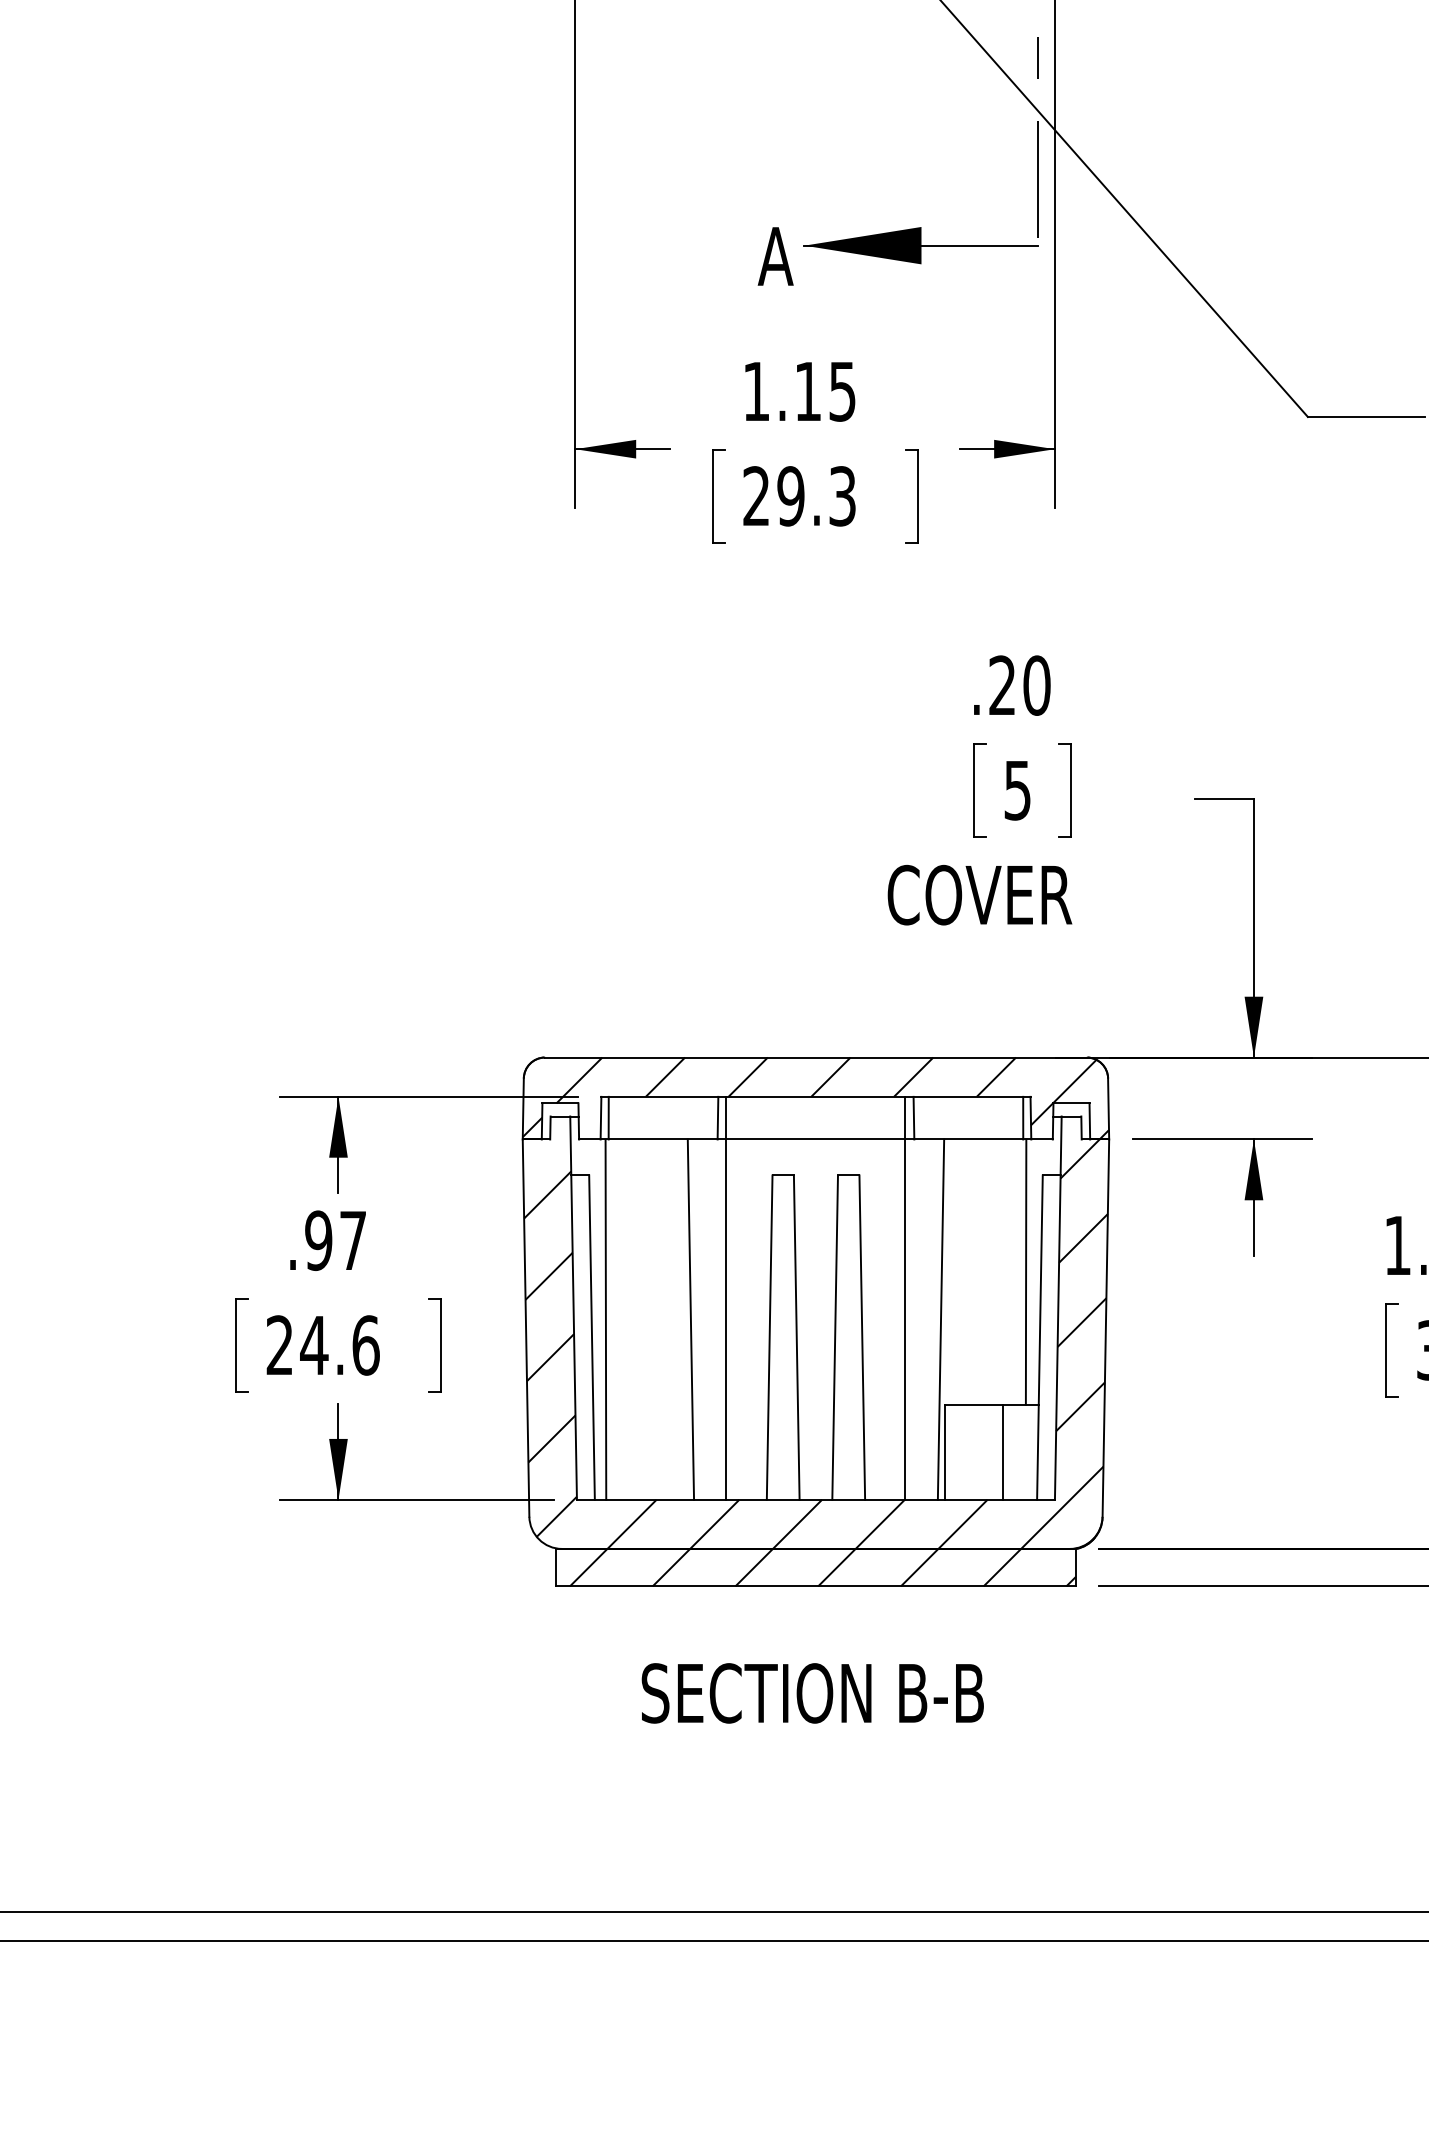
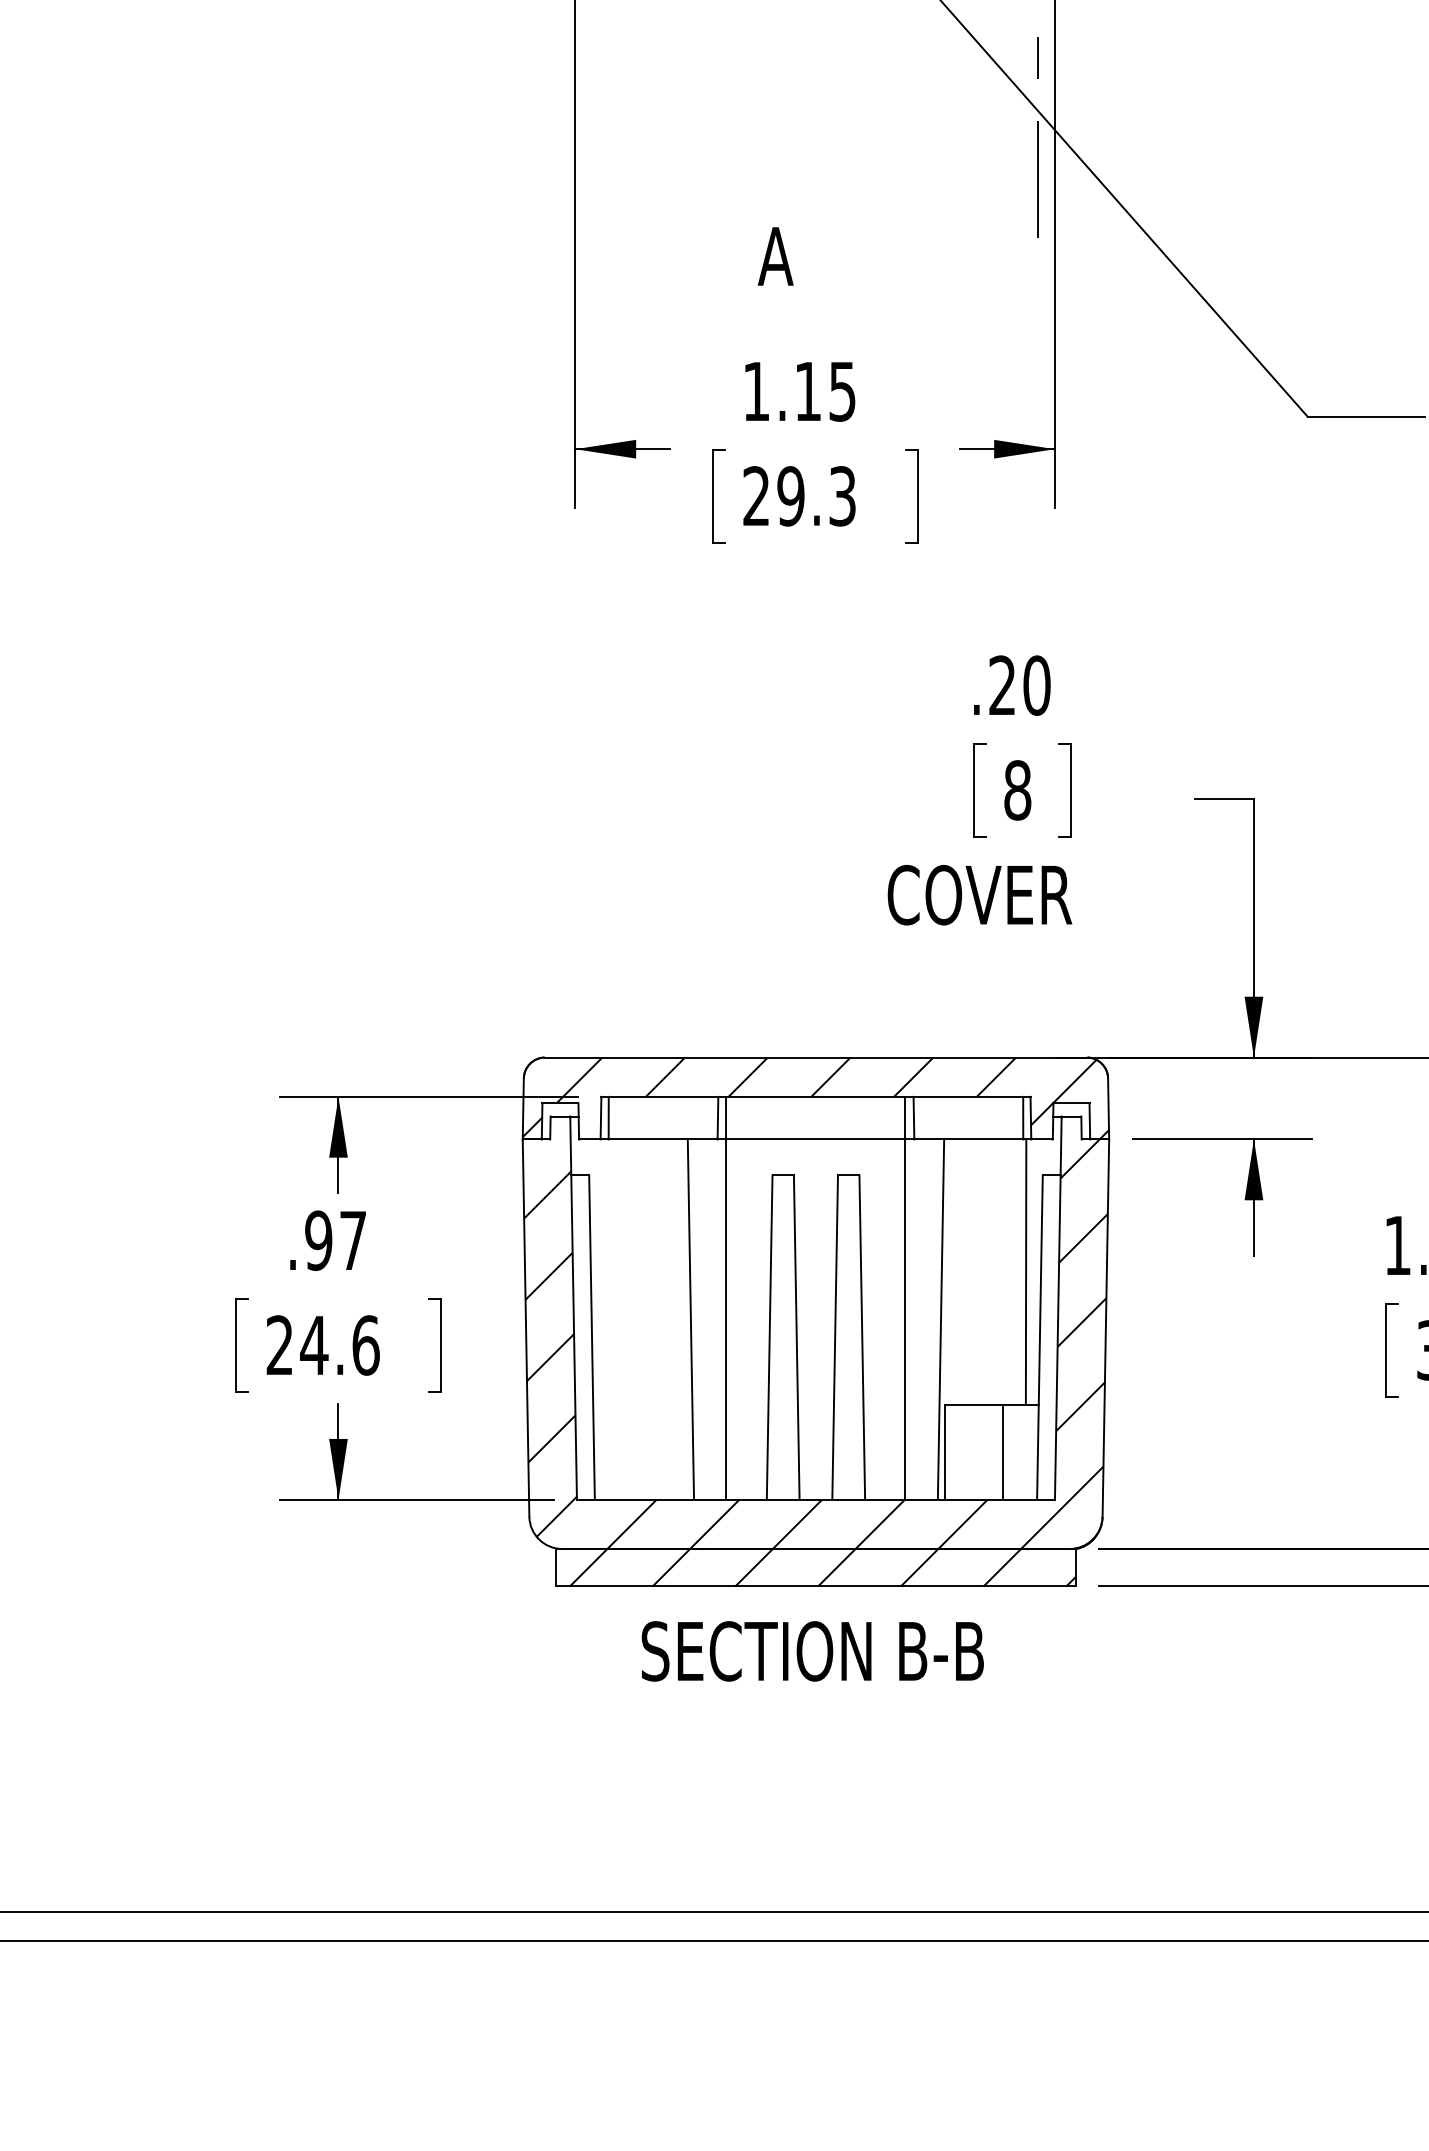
part at (920, 245): present -> none
text at (1017, 790): 5 -> 8
line at (605, 1319): present -> none
text at (812, 1693) position: (812, 1693) -> (812, 1651)
